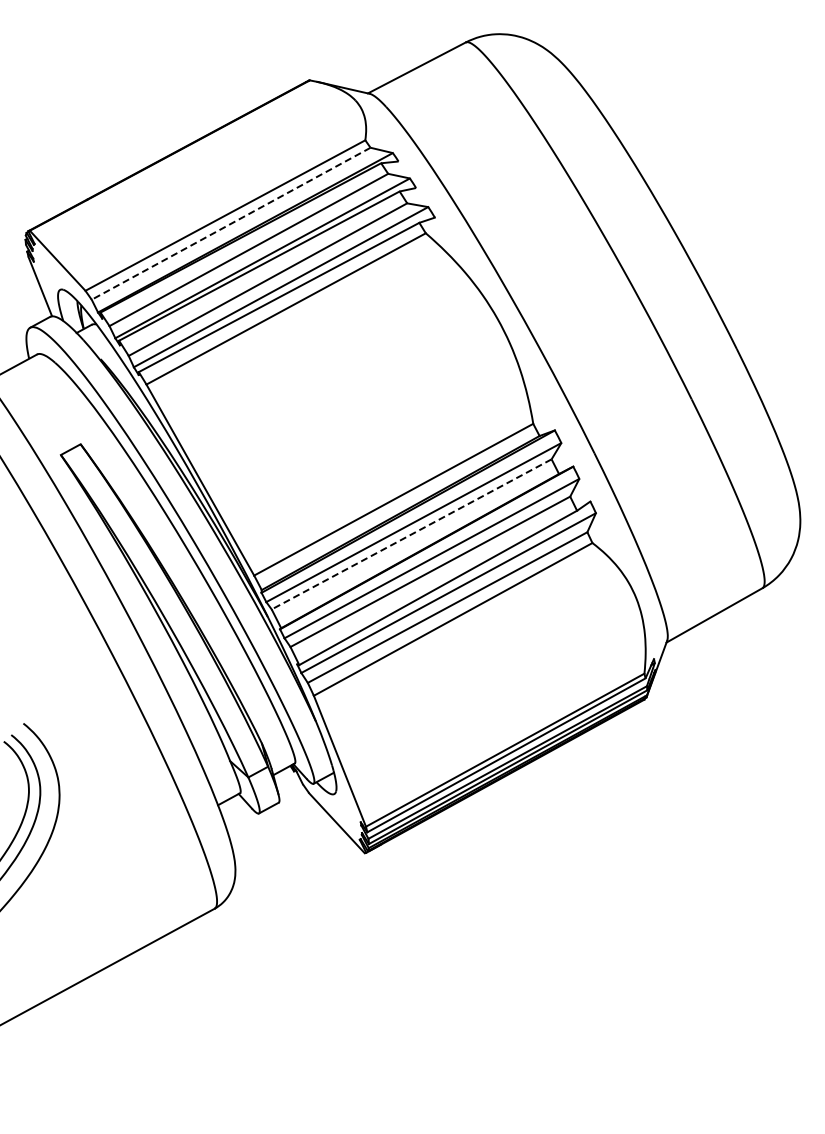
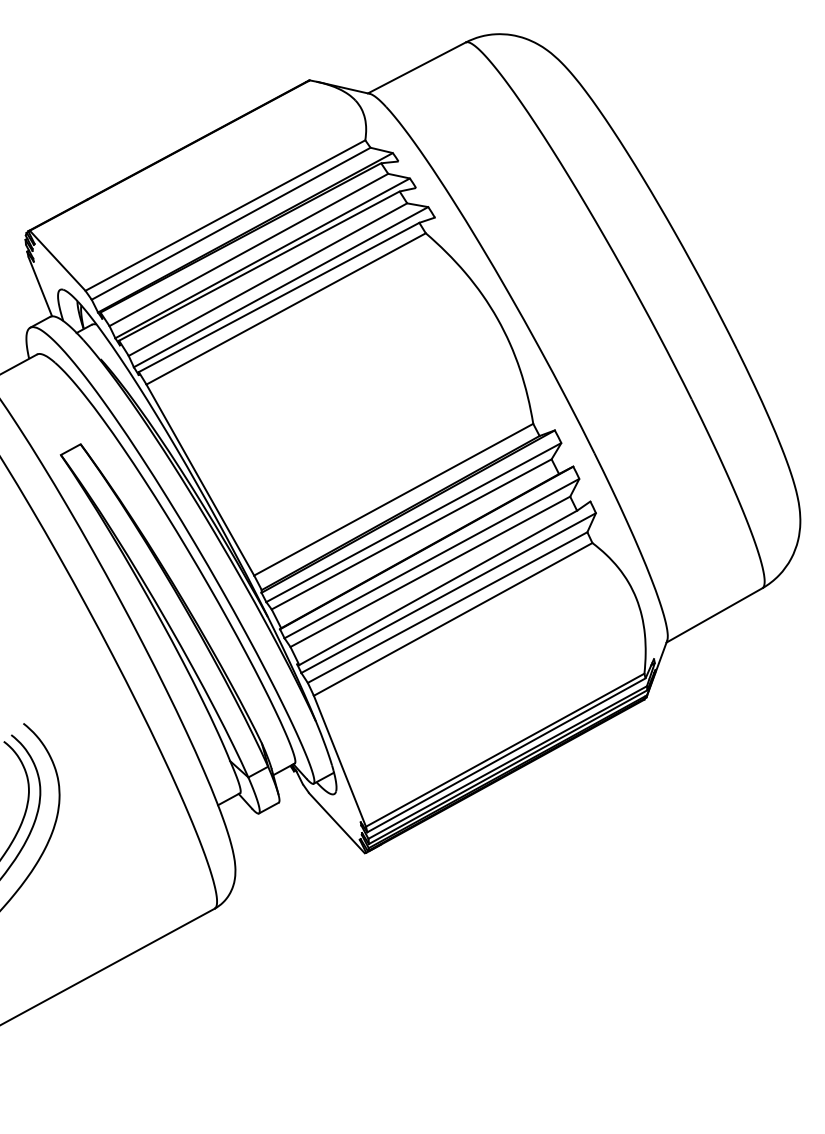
line at (231, 223): dashed -> solid
line at (411, 534): dashed -> solid
